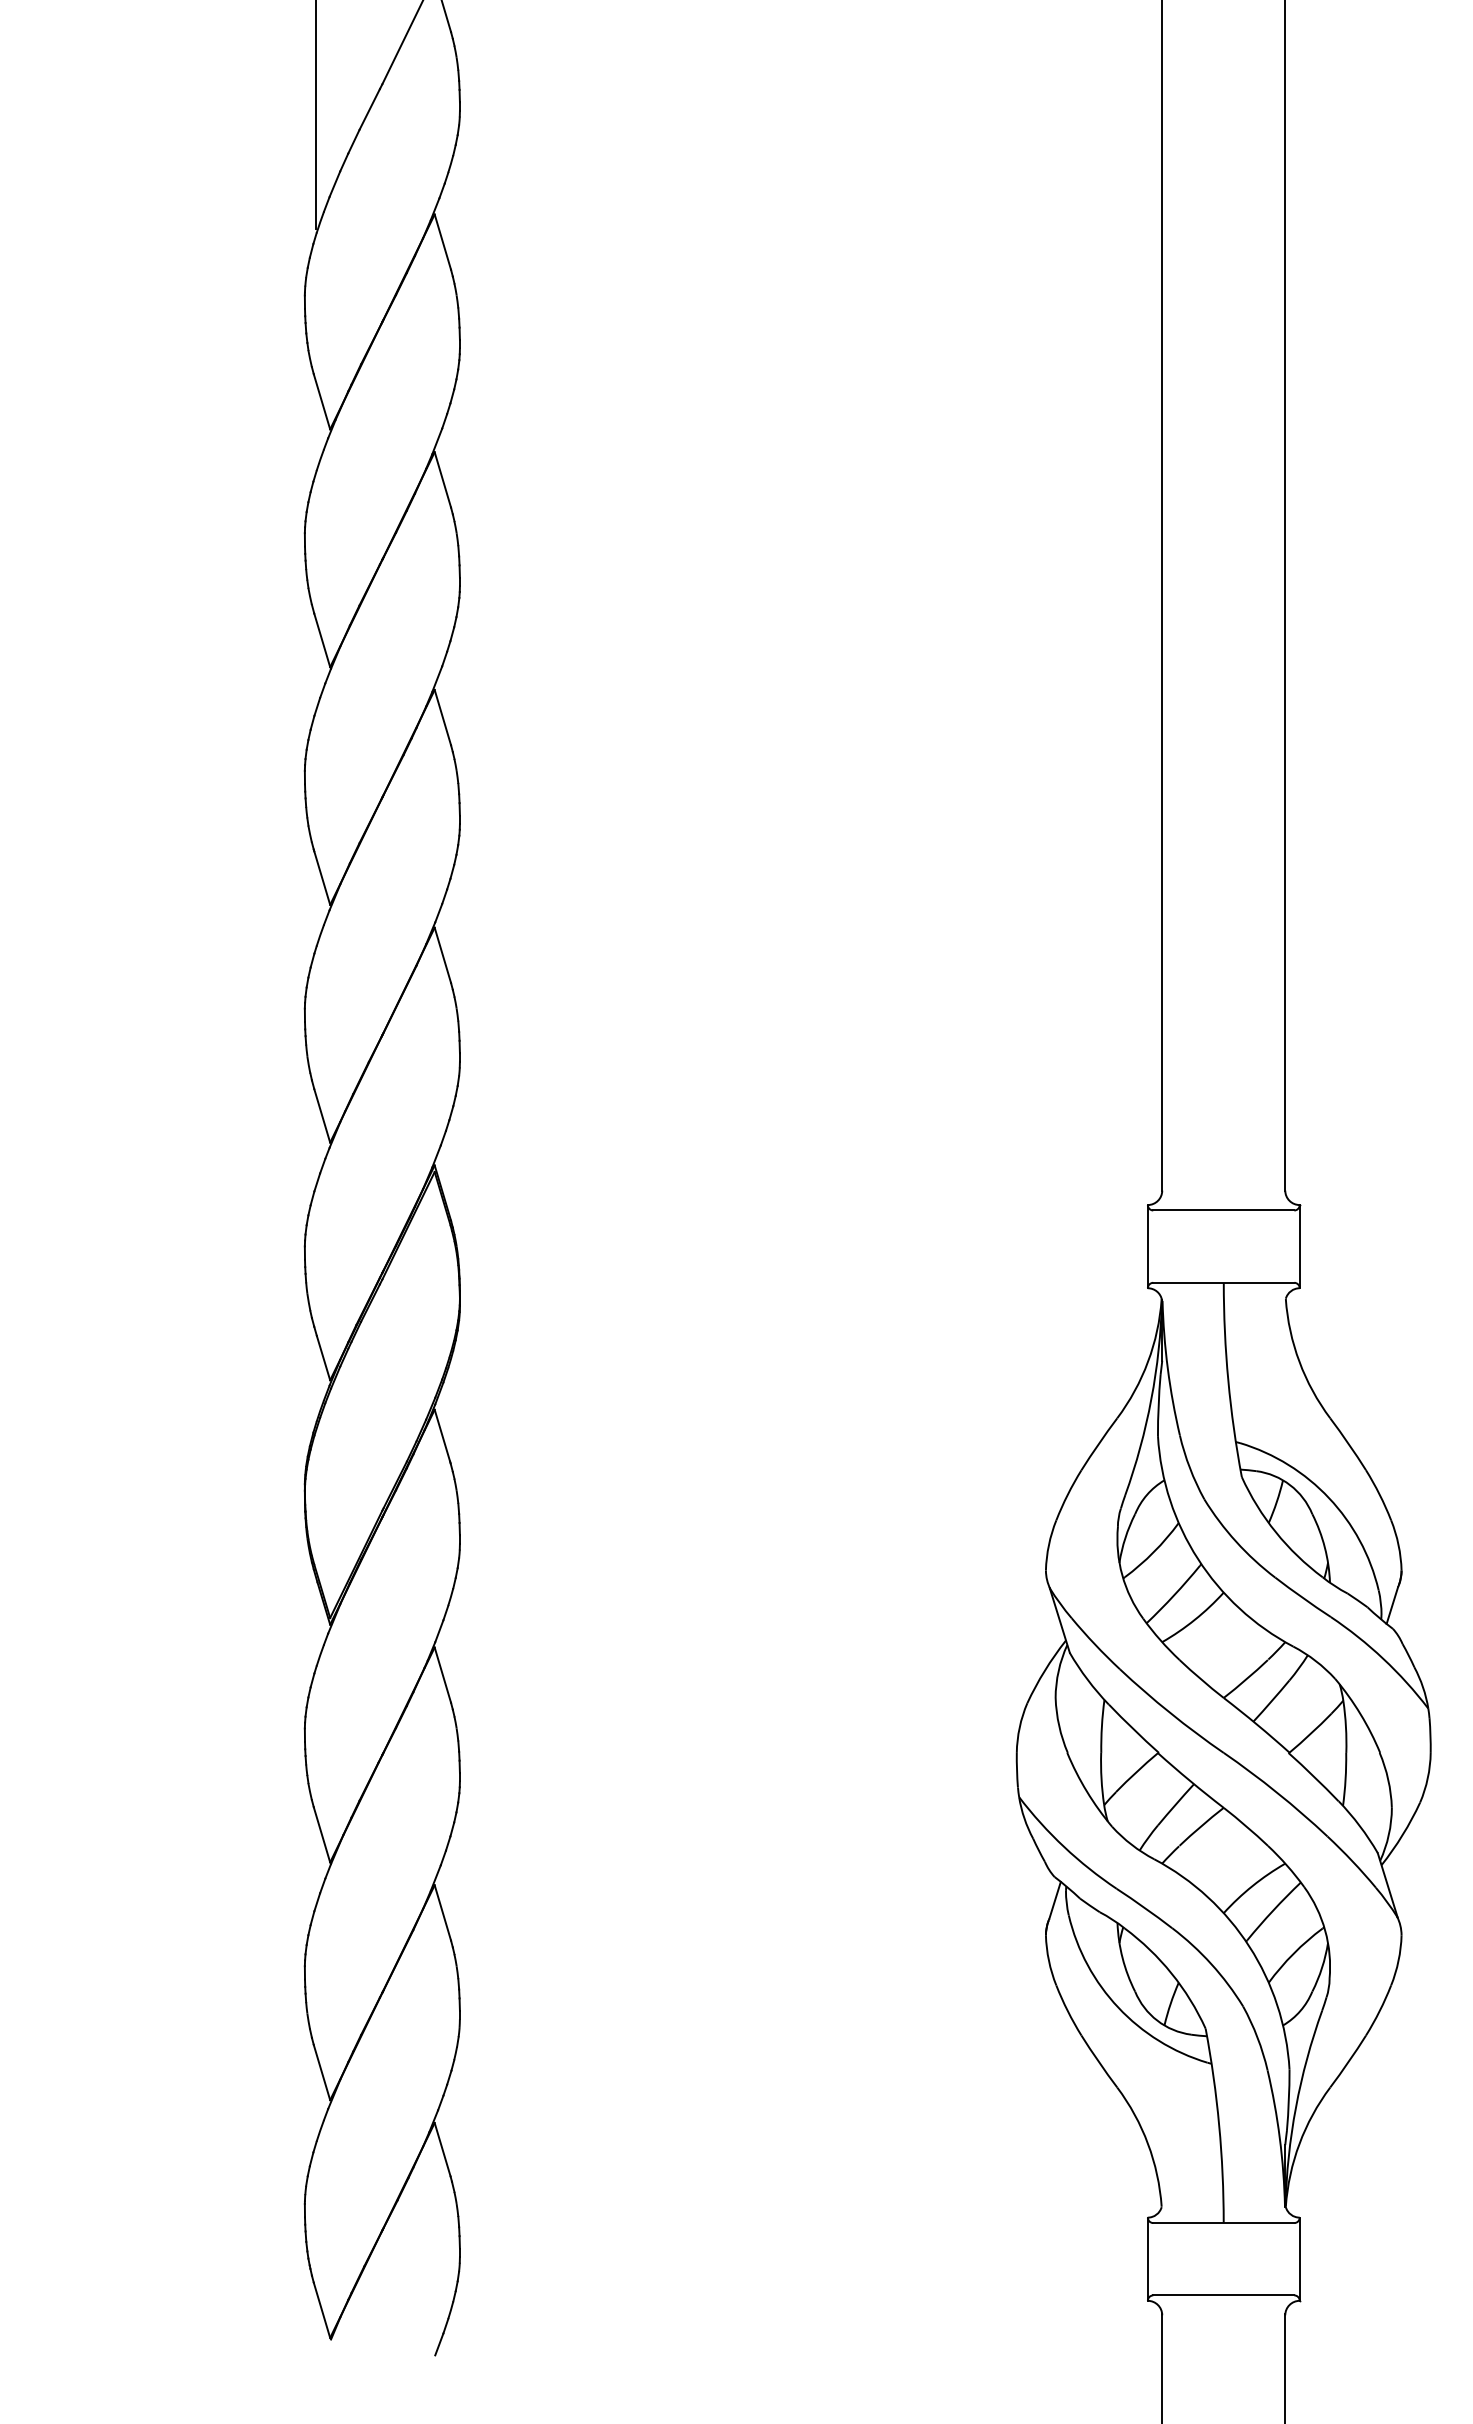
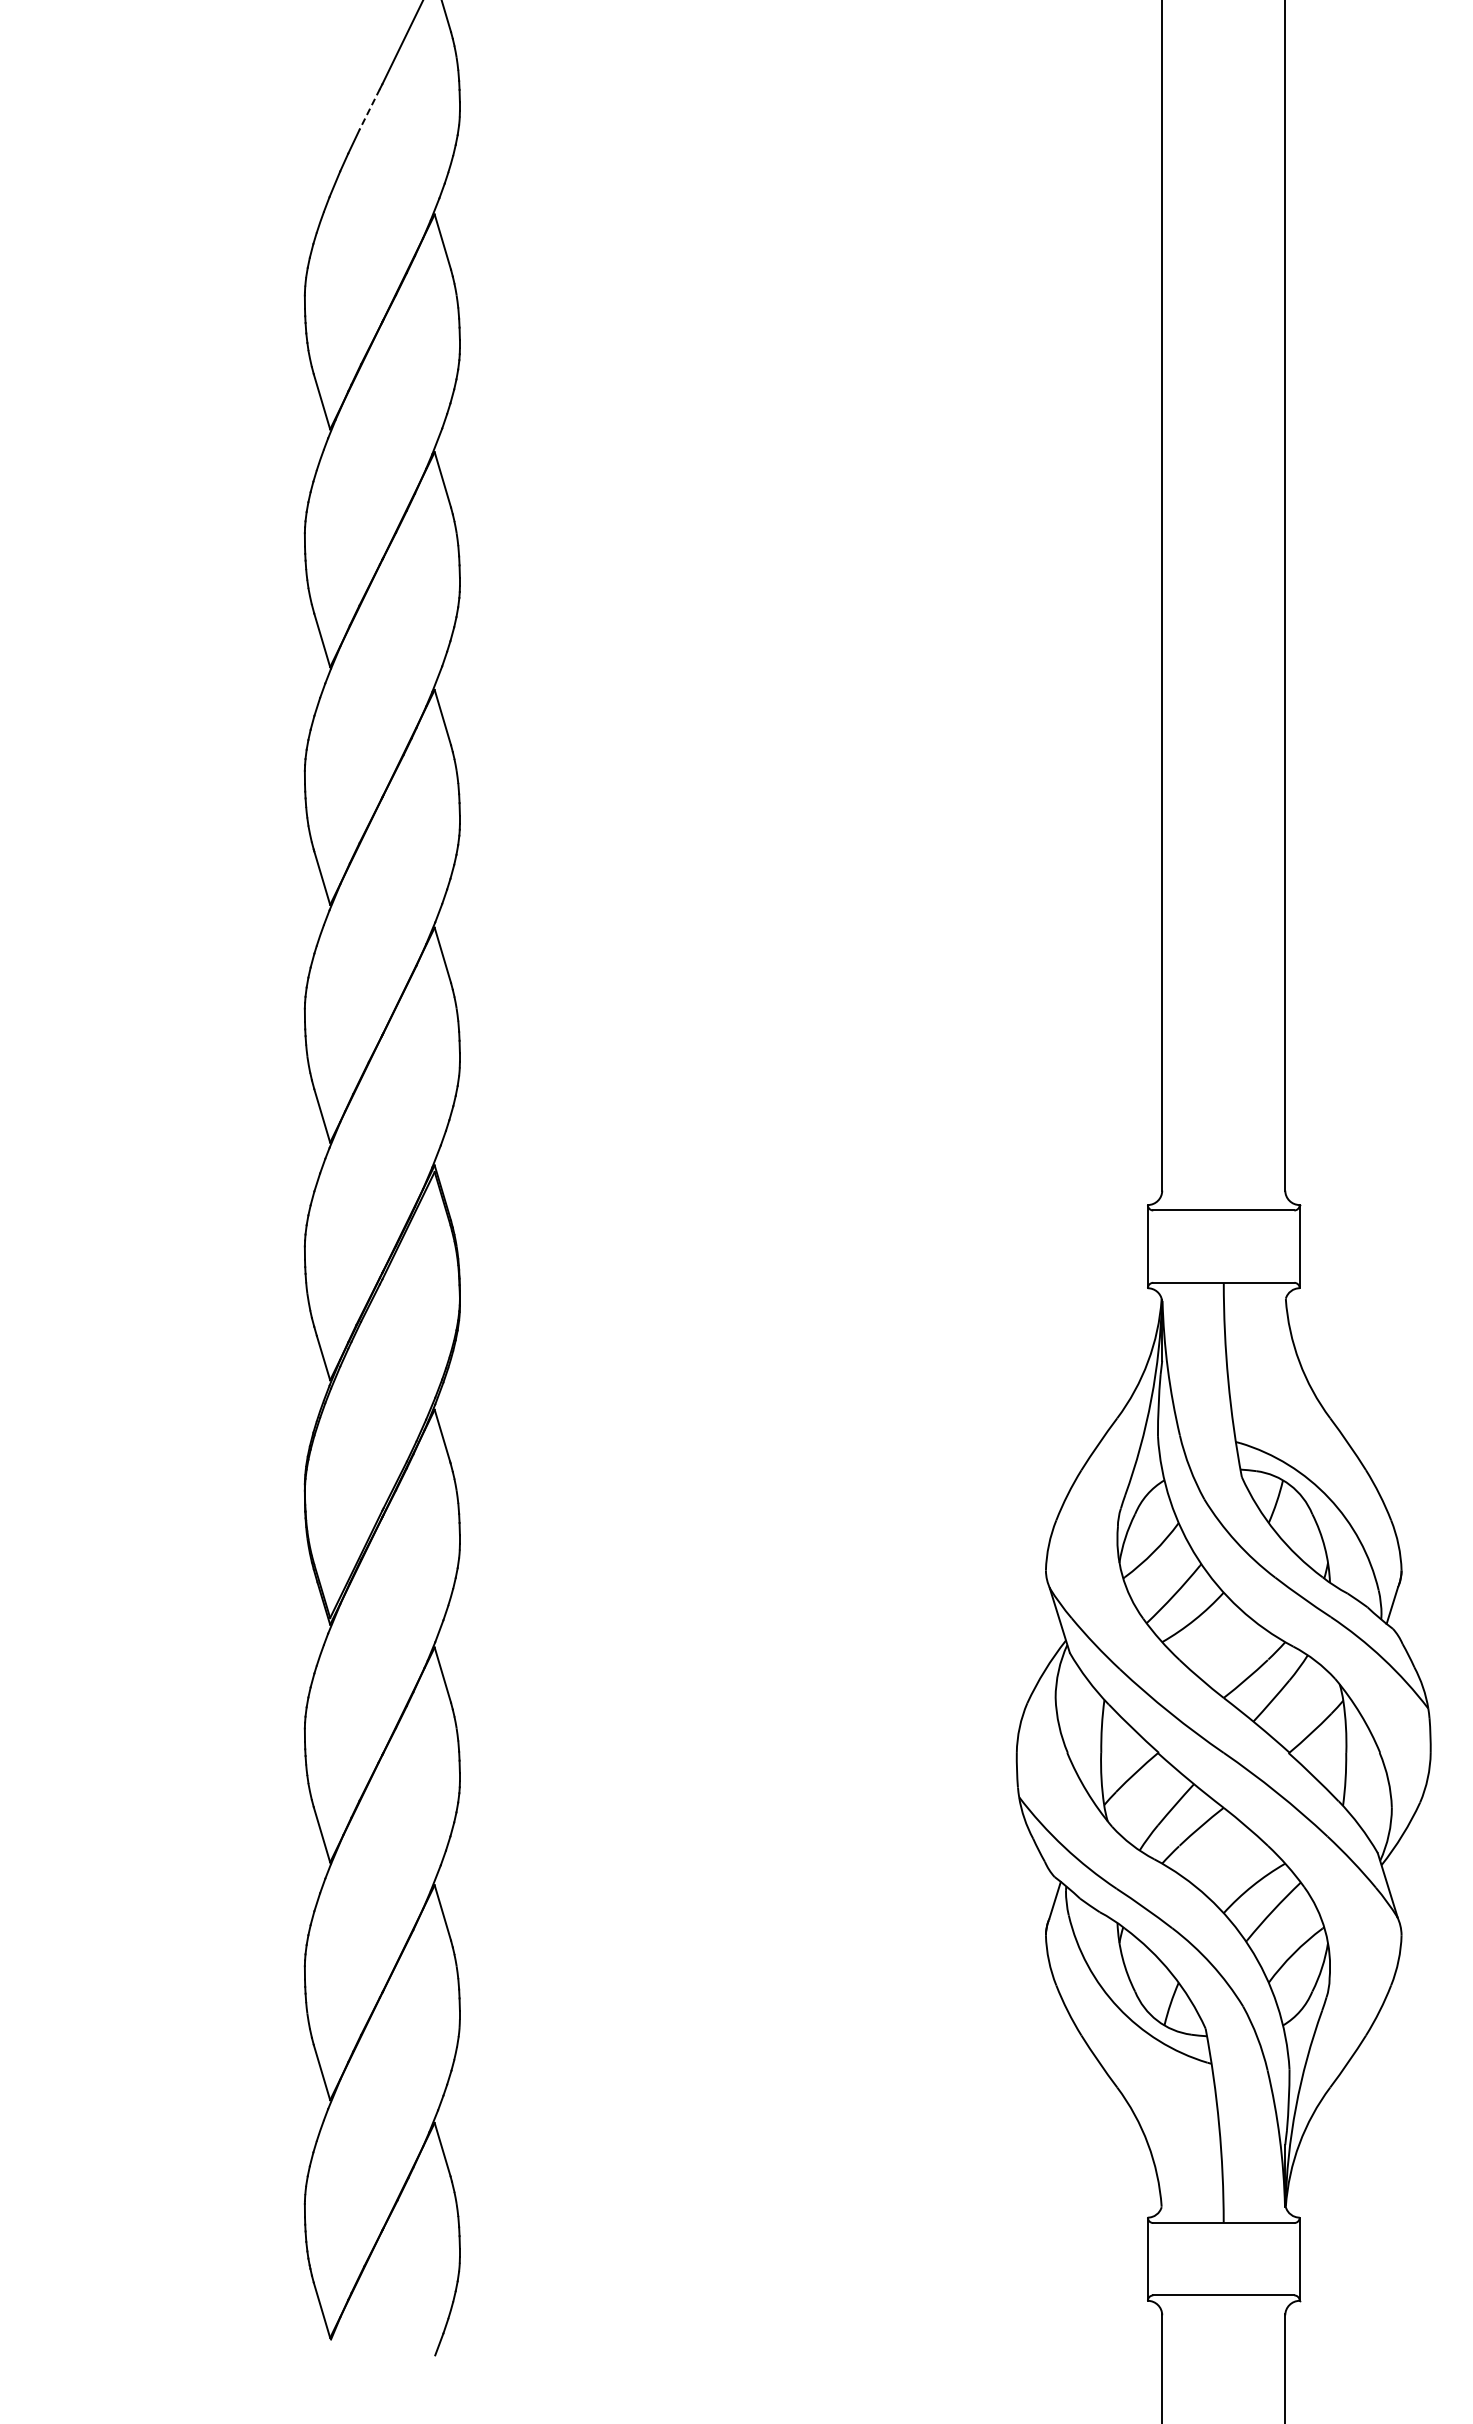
line at (369, 109): solid -> dashed
line at (316, 115): present -> none
